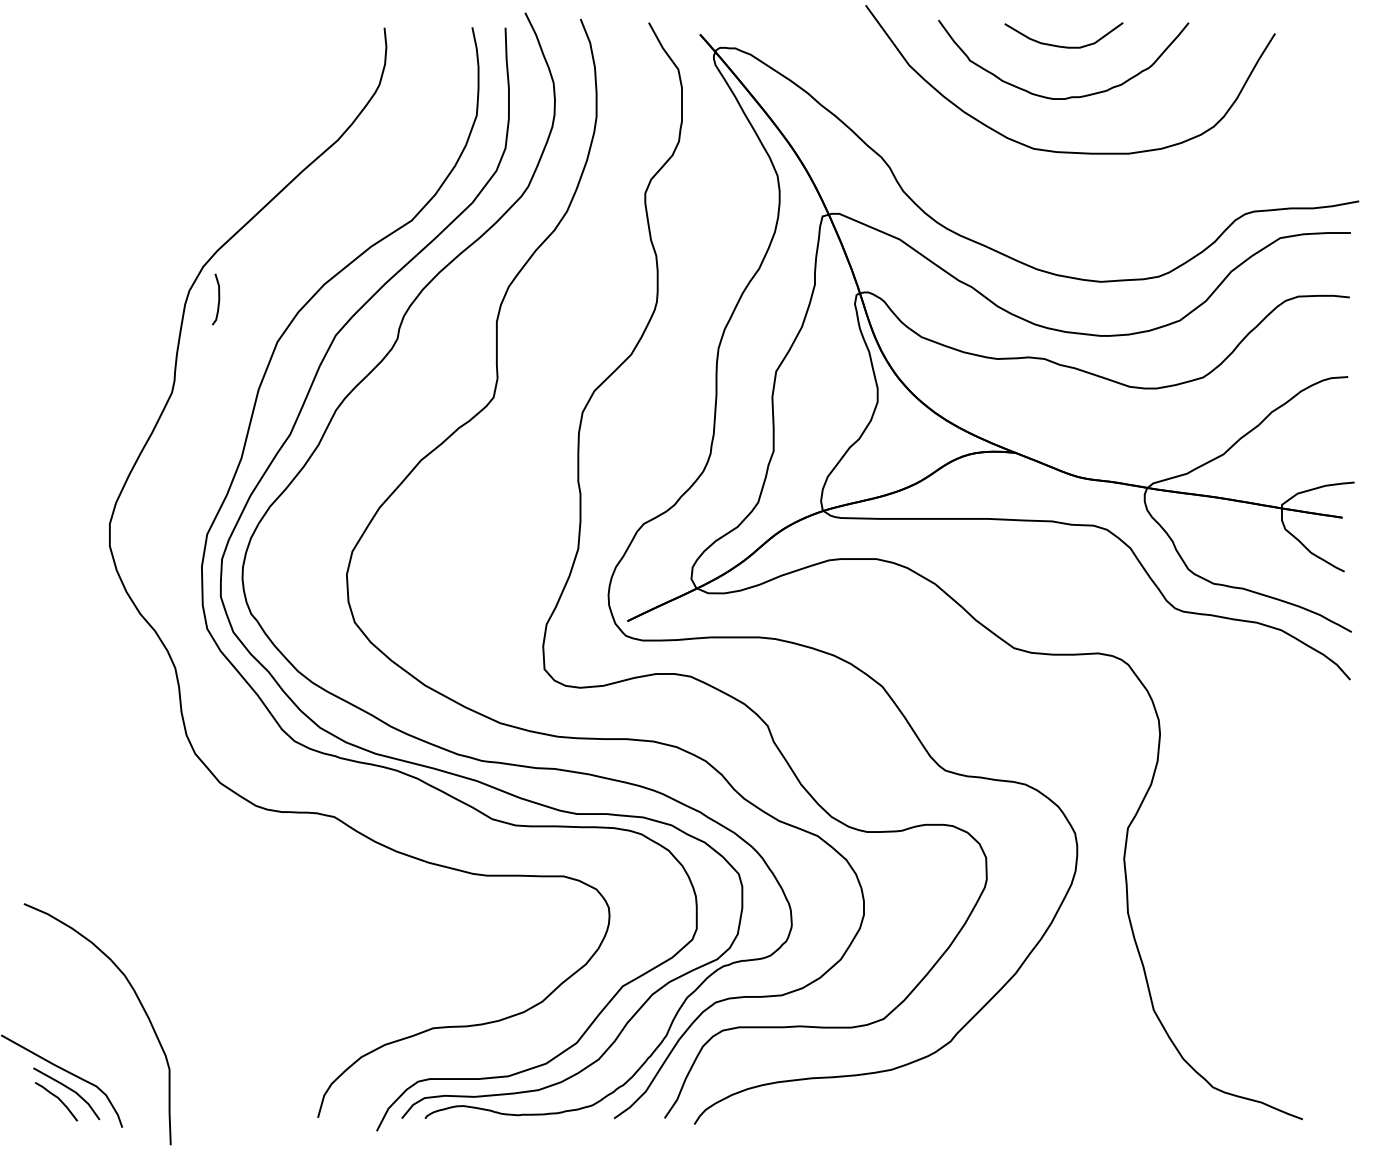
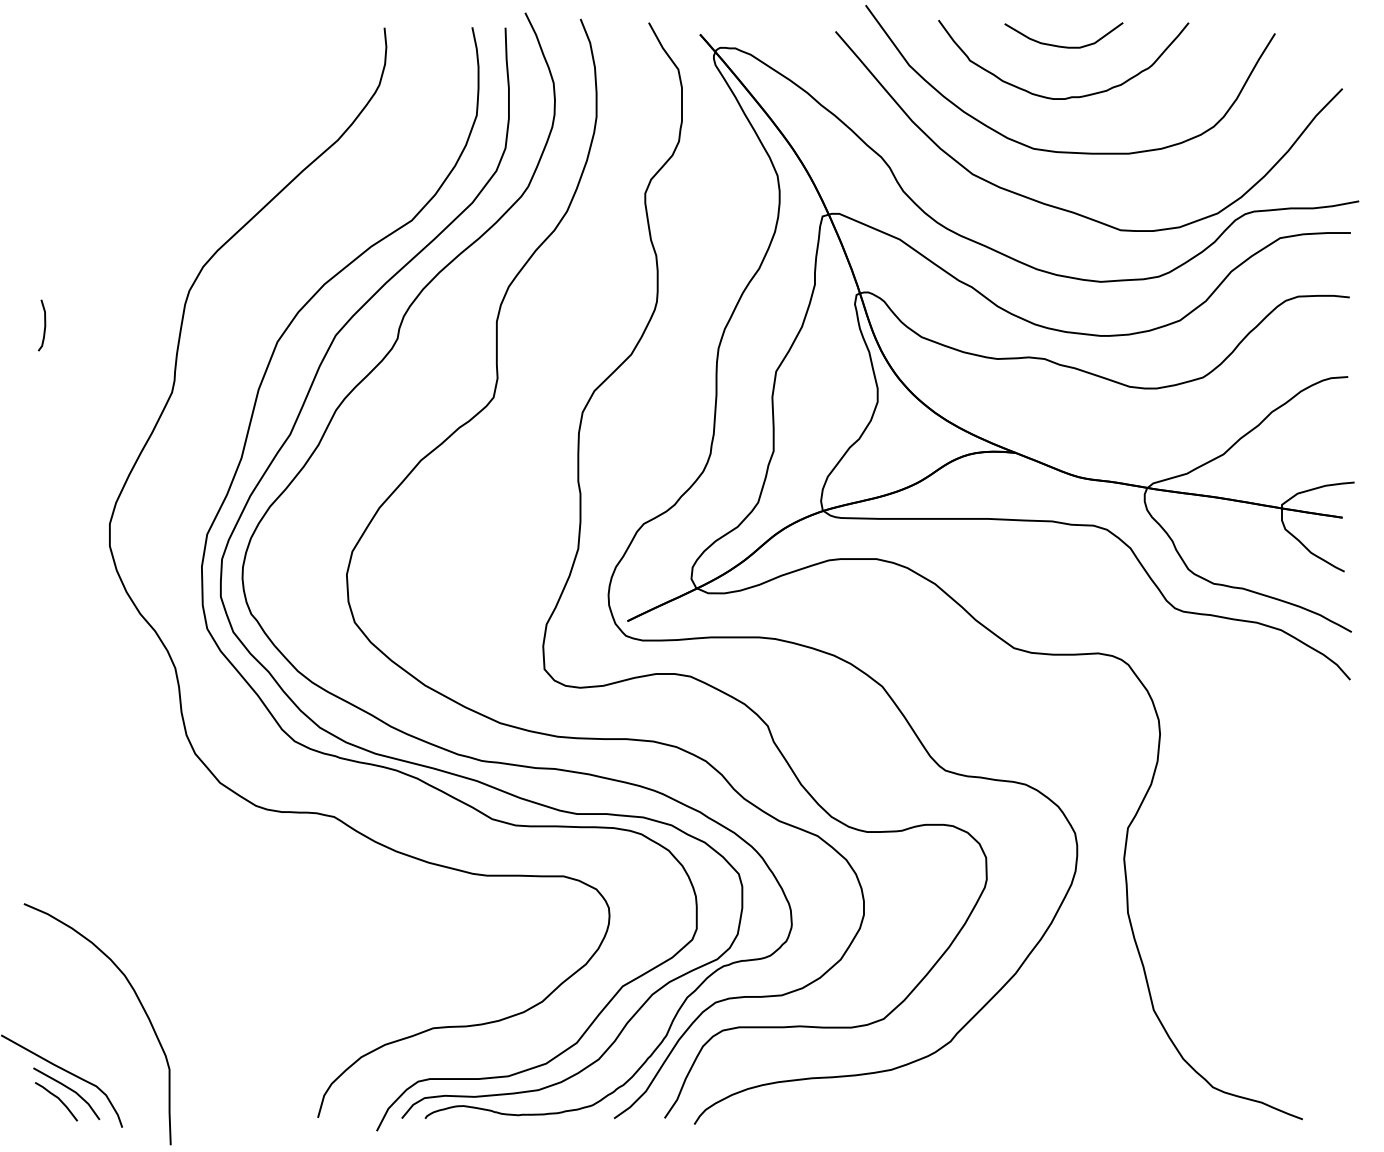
curve at (1070, 210): none -> present
curve at (218, 299) position: (218, 299) -> (44, 325)
